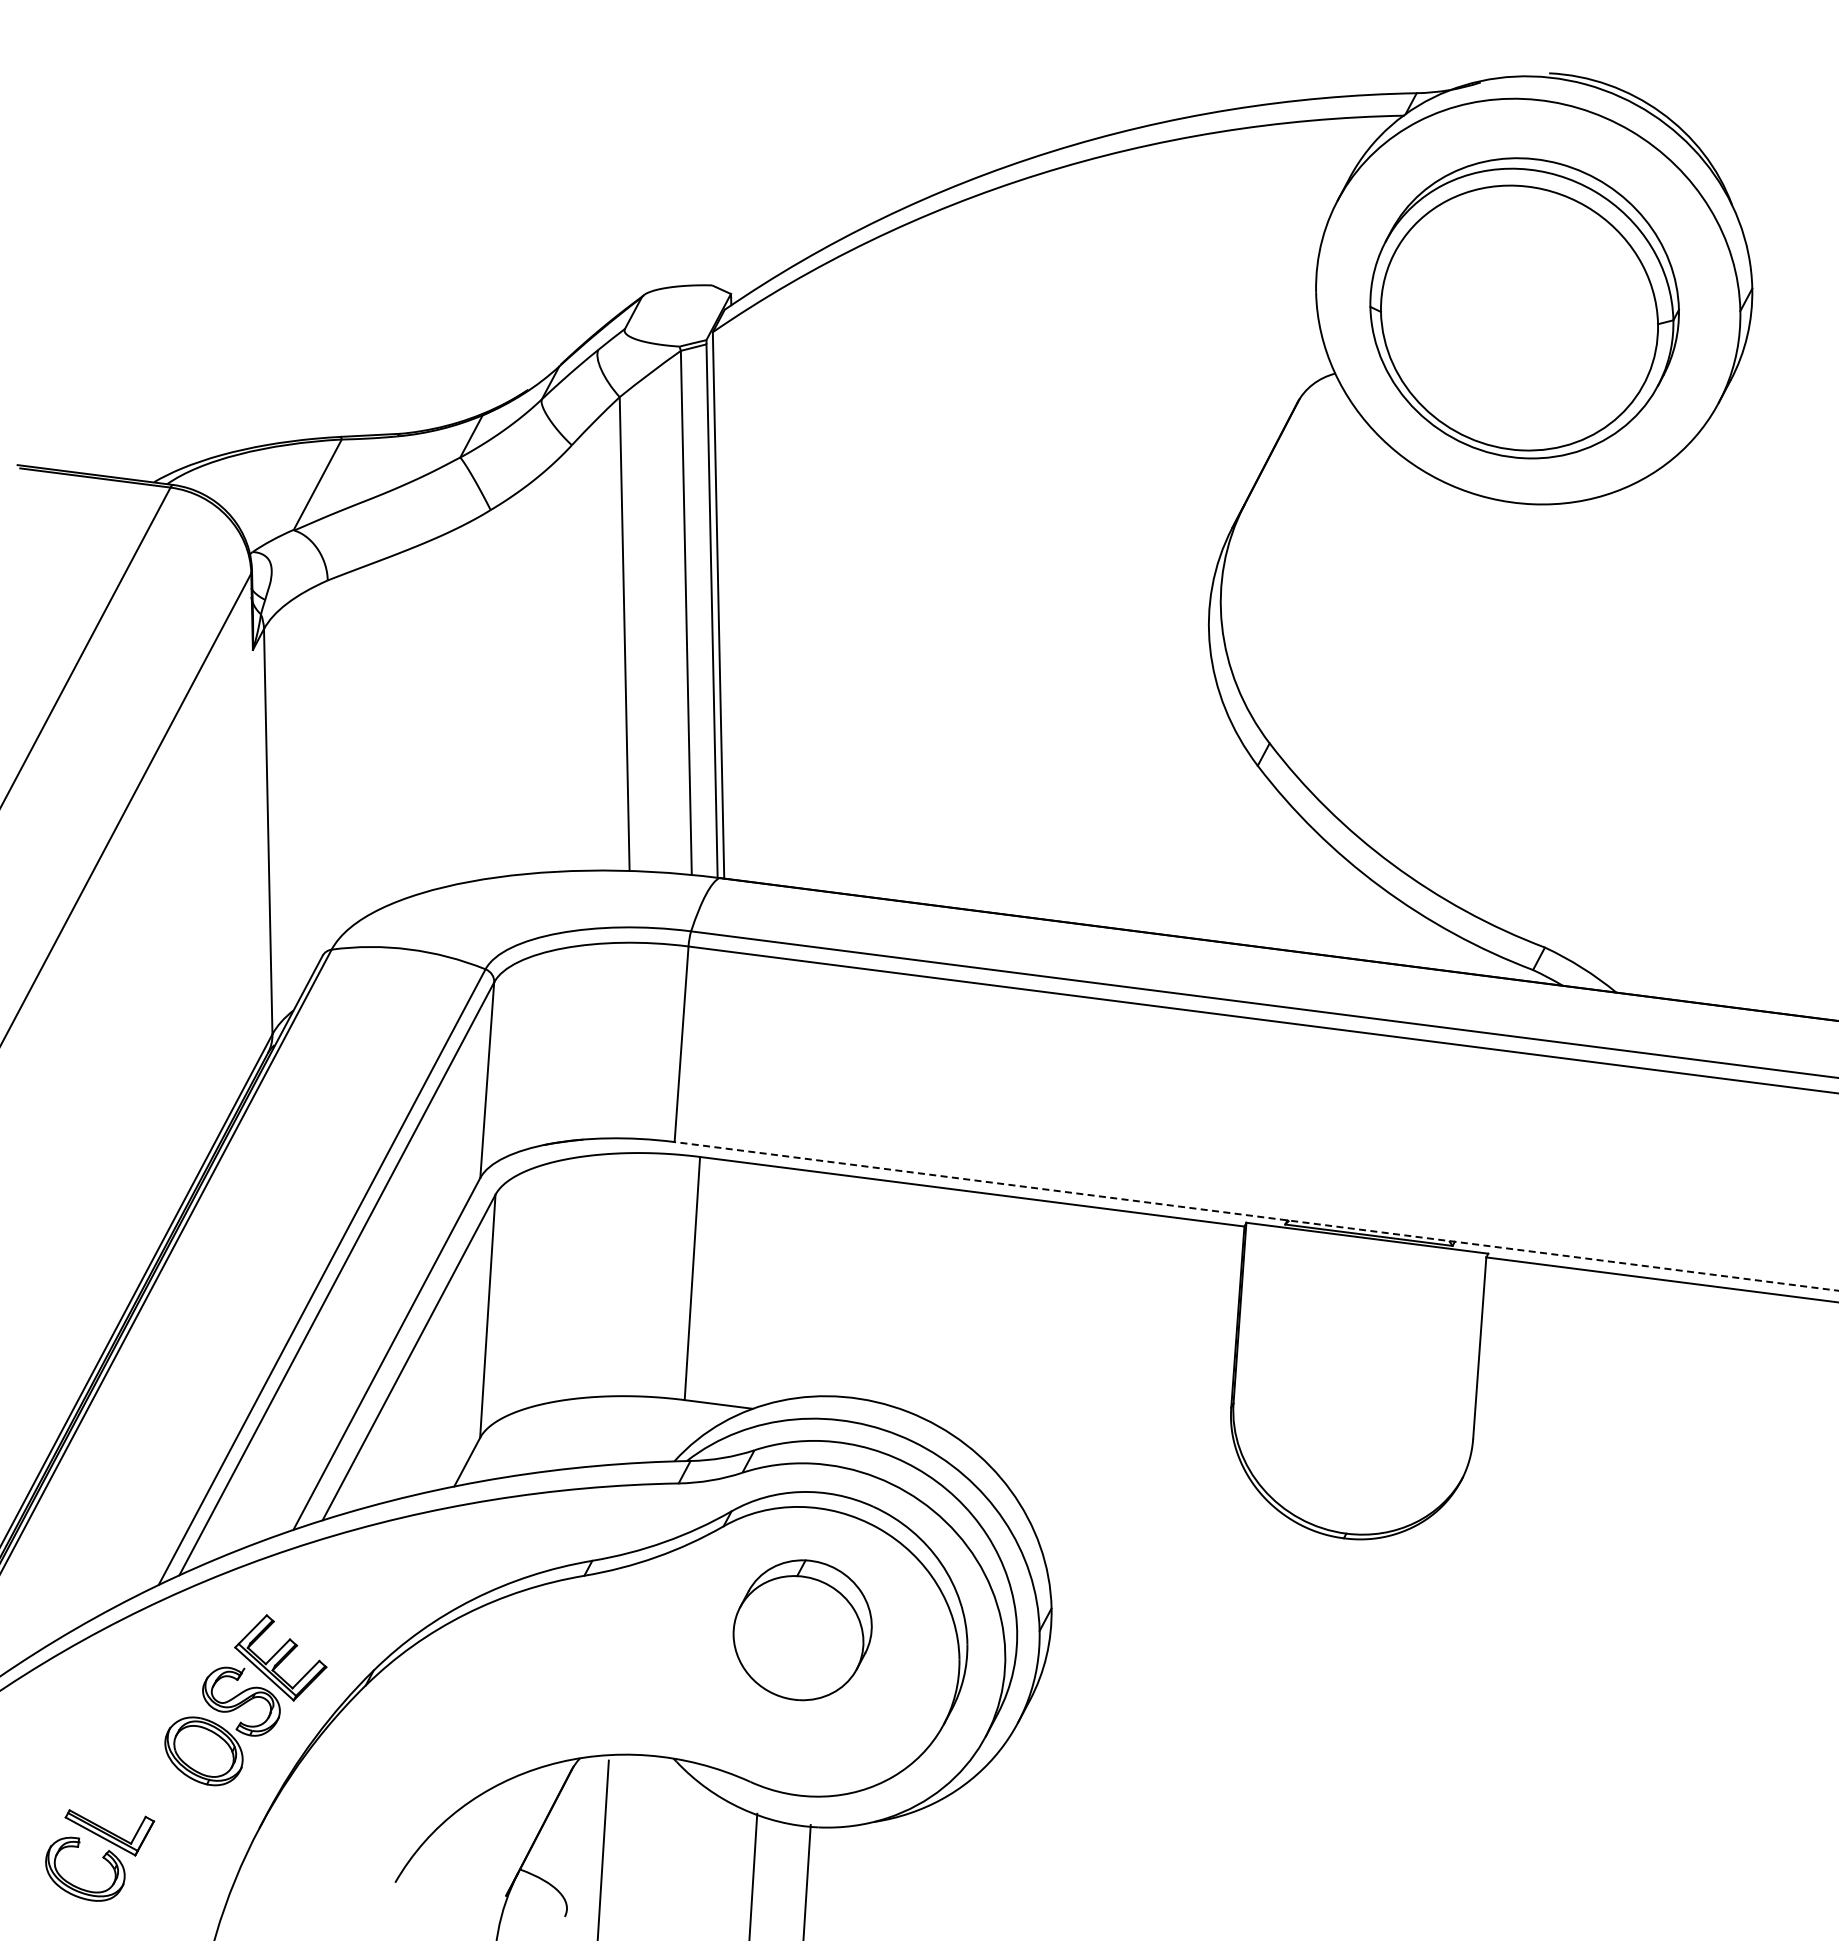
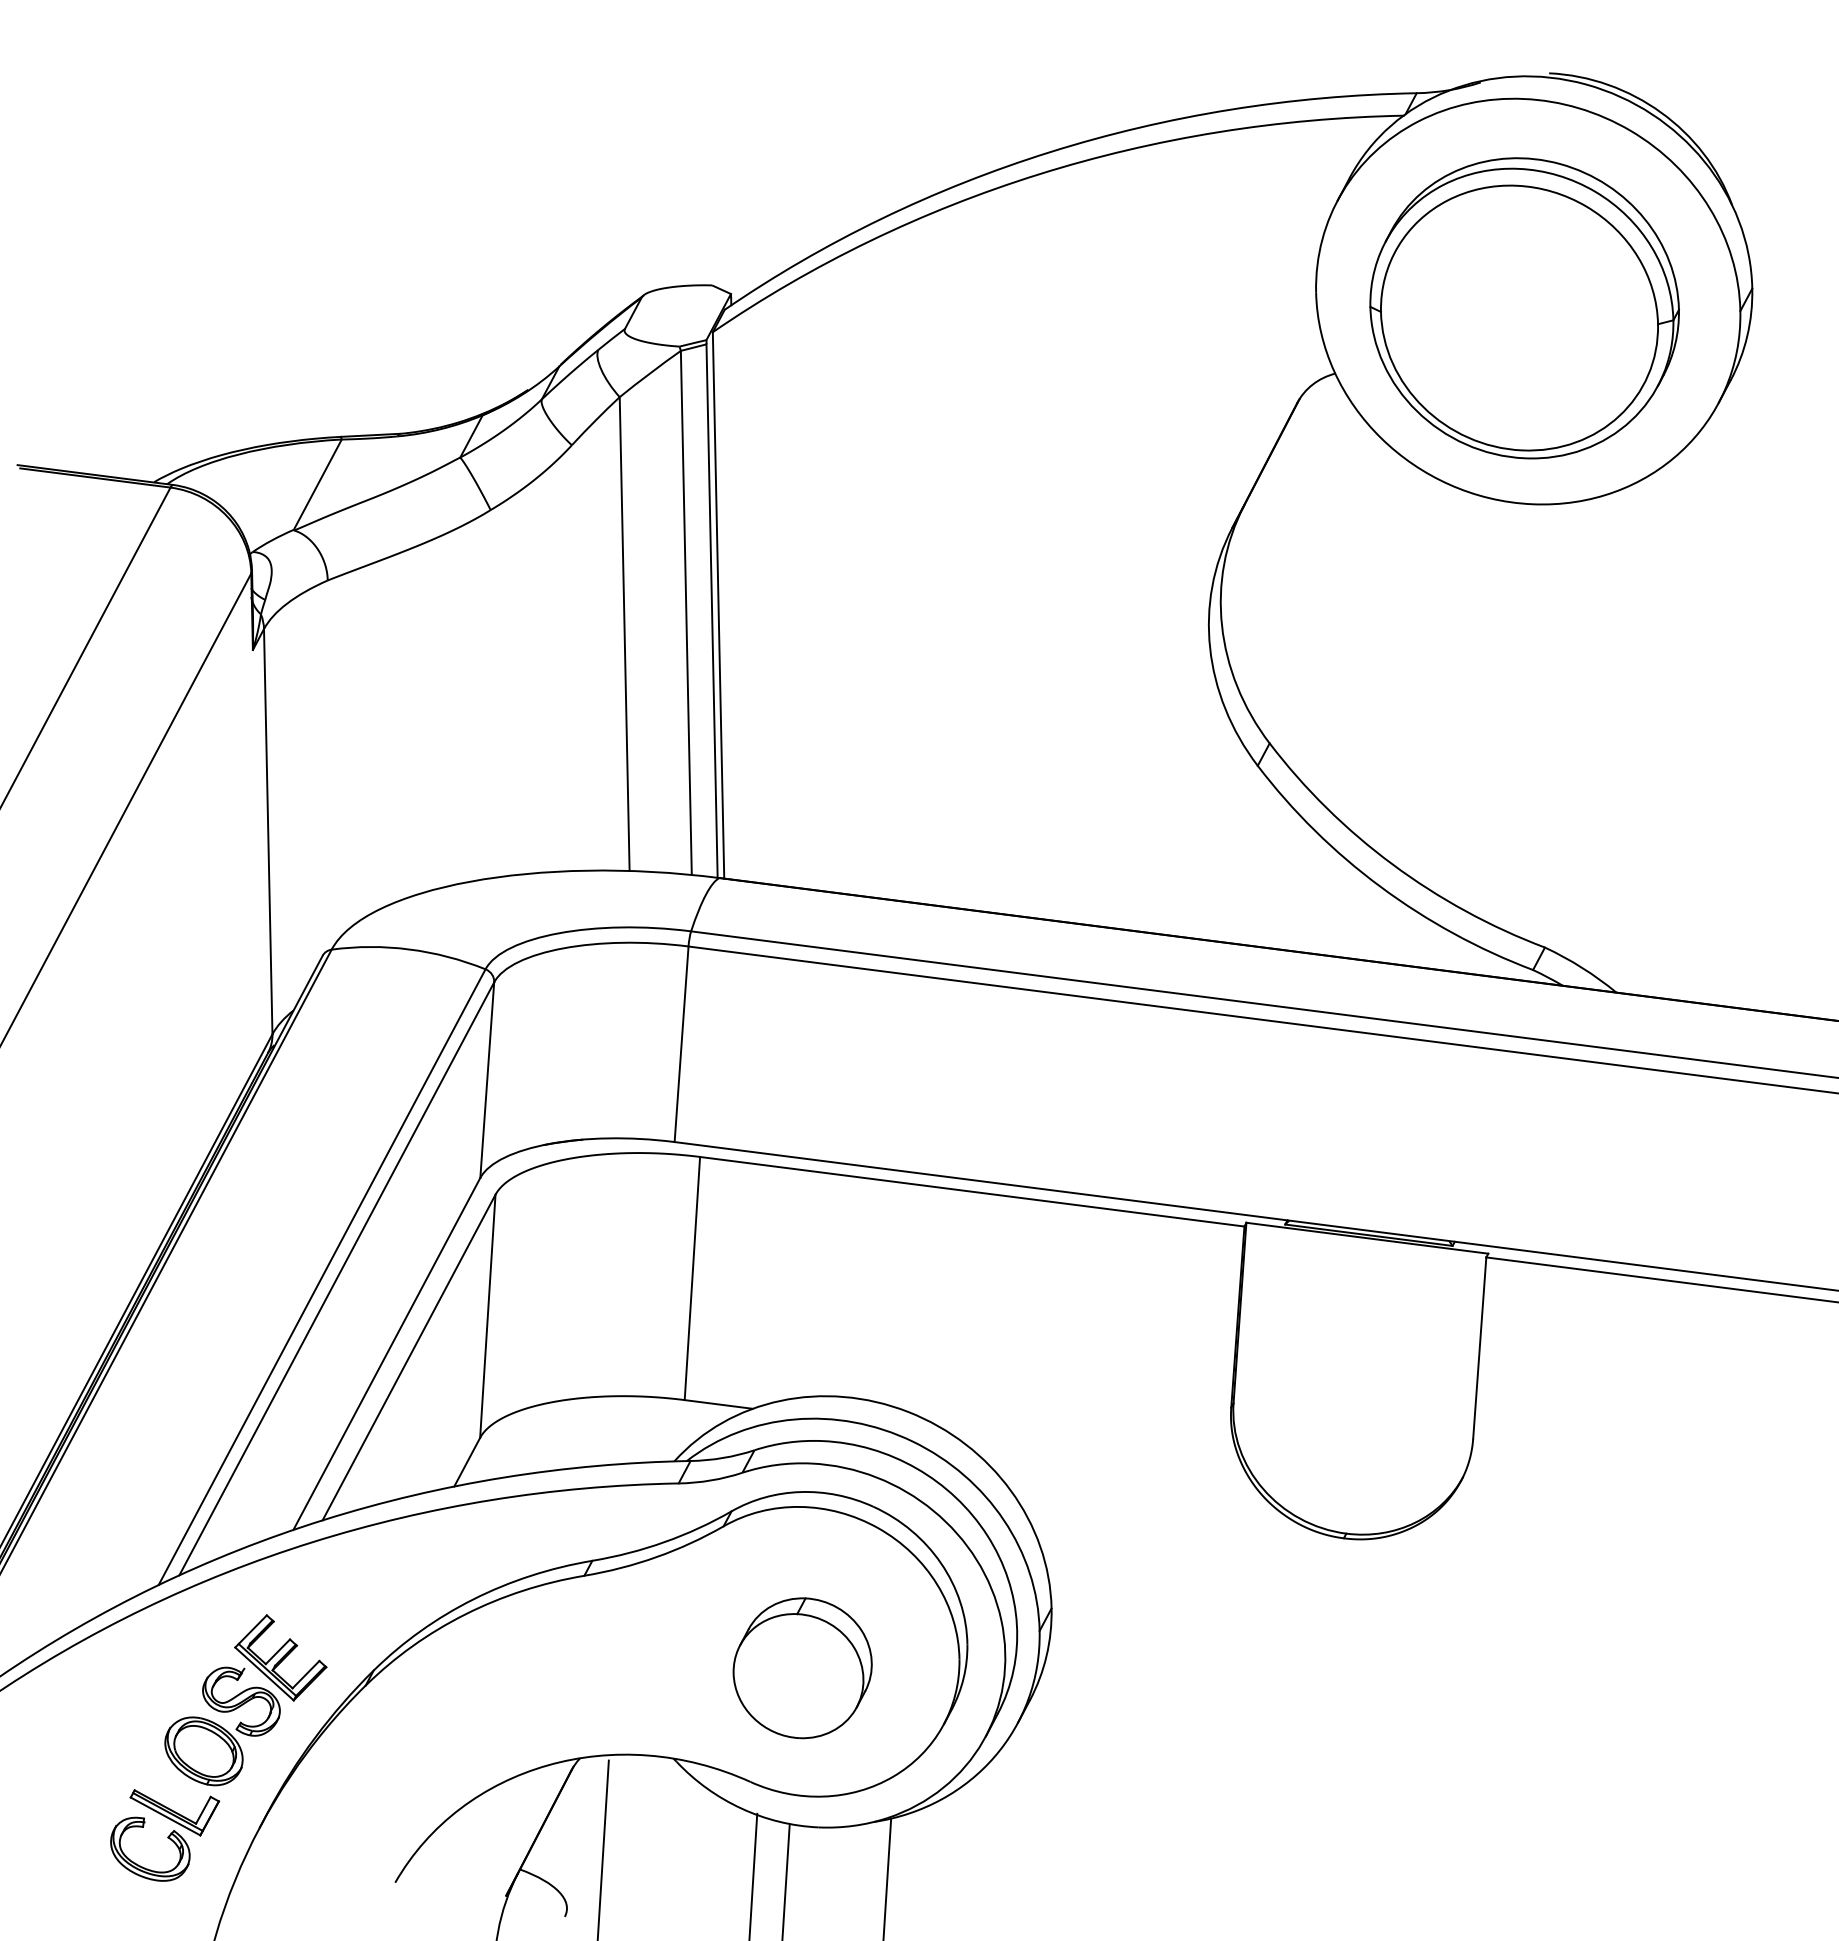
line at (1255, 1216): dashed -> solid
part at (802, 1630) position: (802, 1630) -> (802, 1668)
part at (100, 1855) position: (100, 1855) -> (165, 1835)
line at (887, 1877): none -> present
line at (806, 1881) position: (806, 1881) -> (785, 1880)
